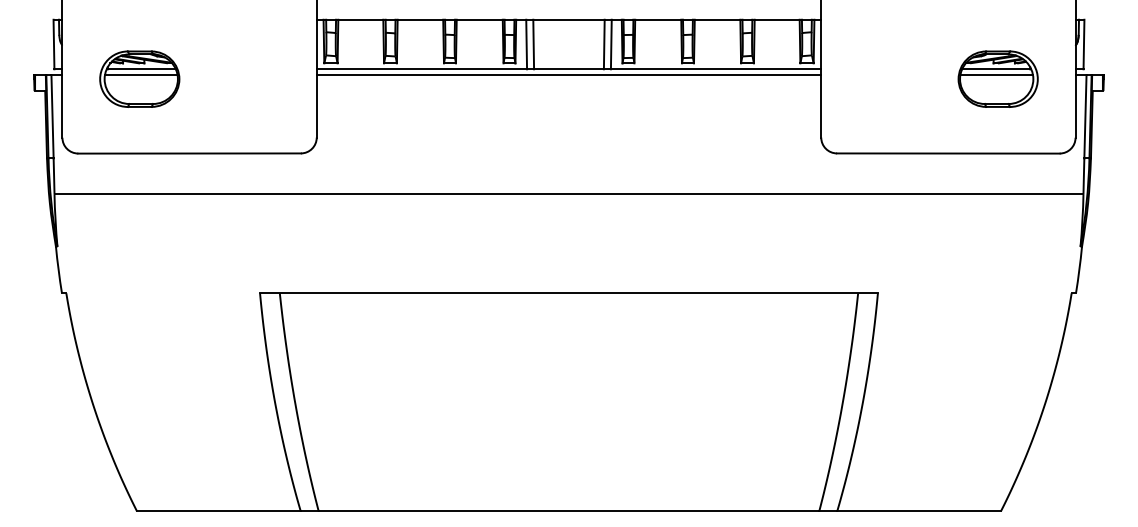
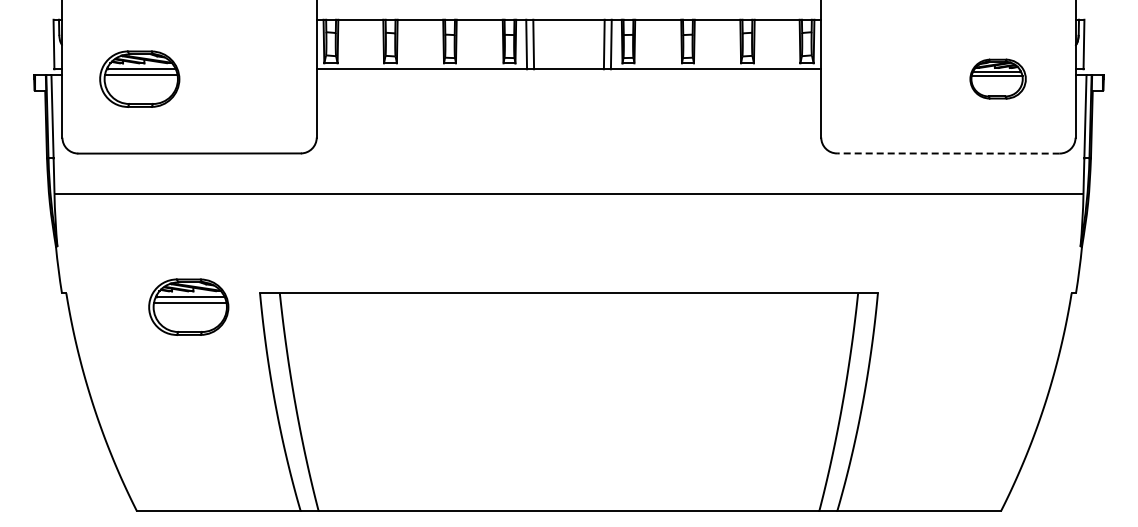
line at (568, 75): present -> none
part at (997, 78) size: 82x58 px -> 58x42 px
line at (947, 153): solid -> dashed
part at (188, 306): none -> present
